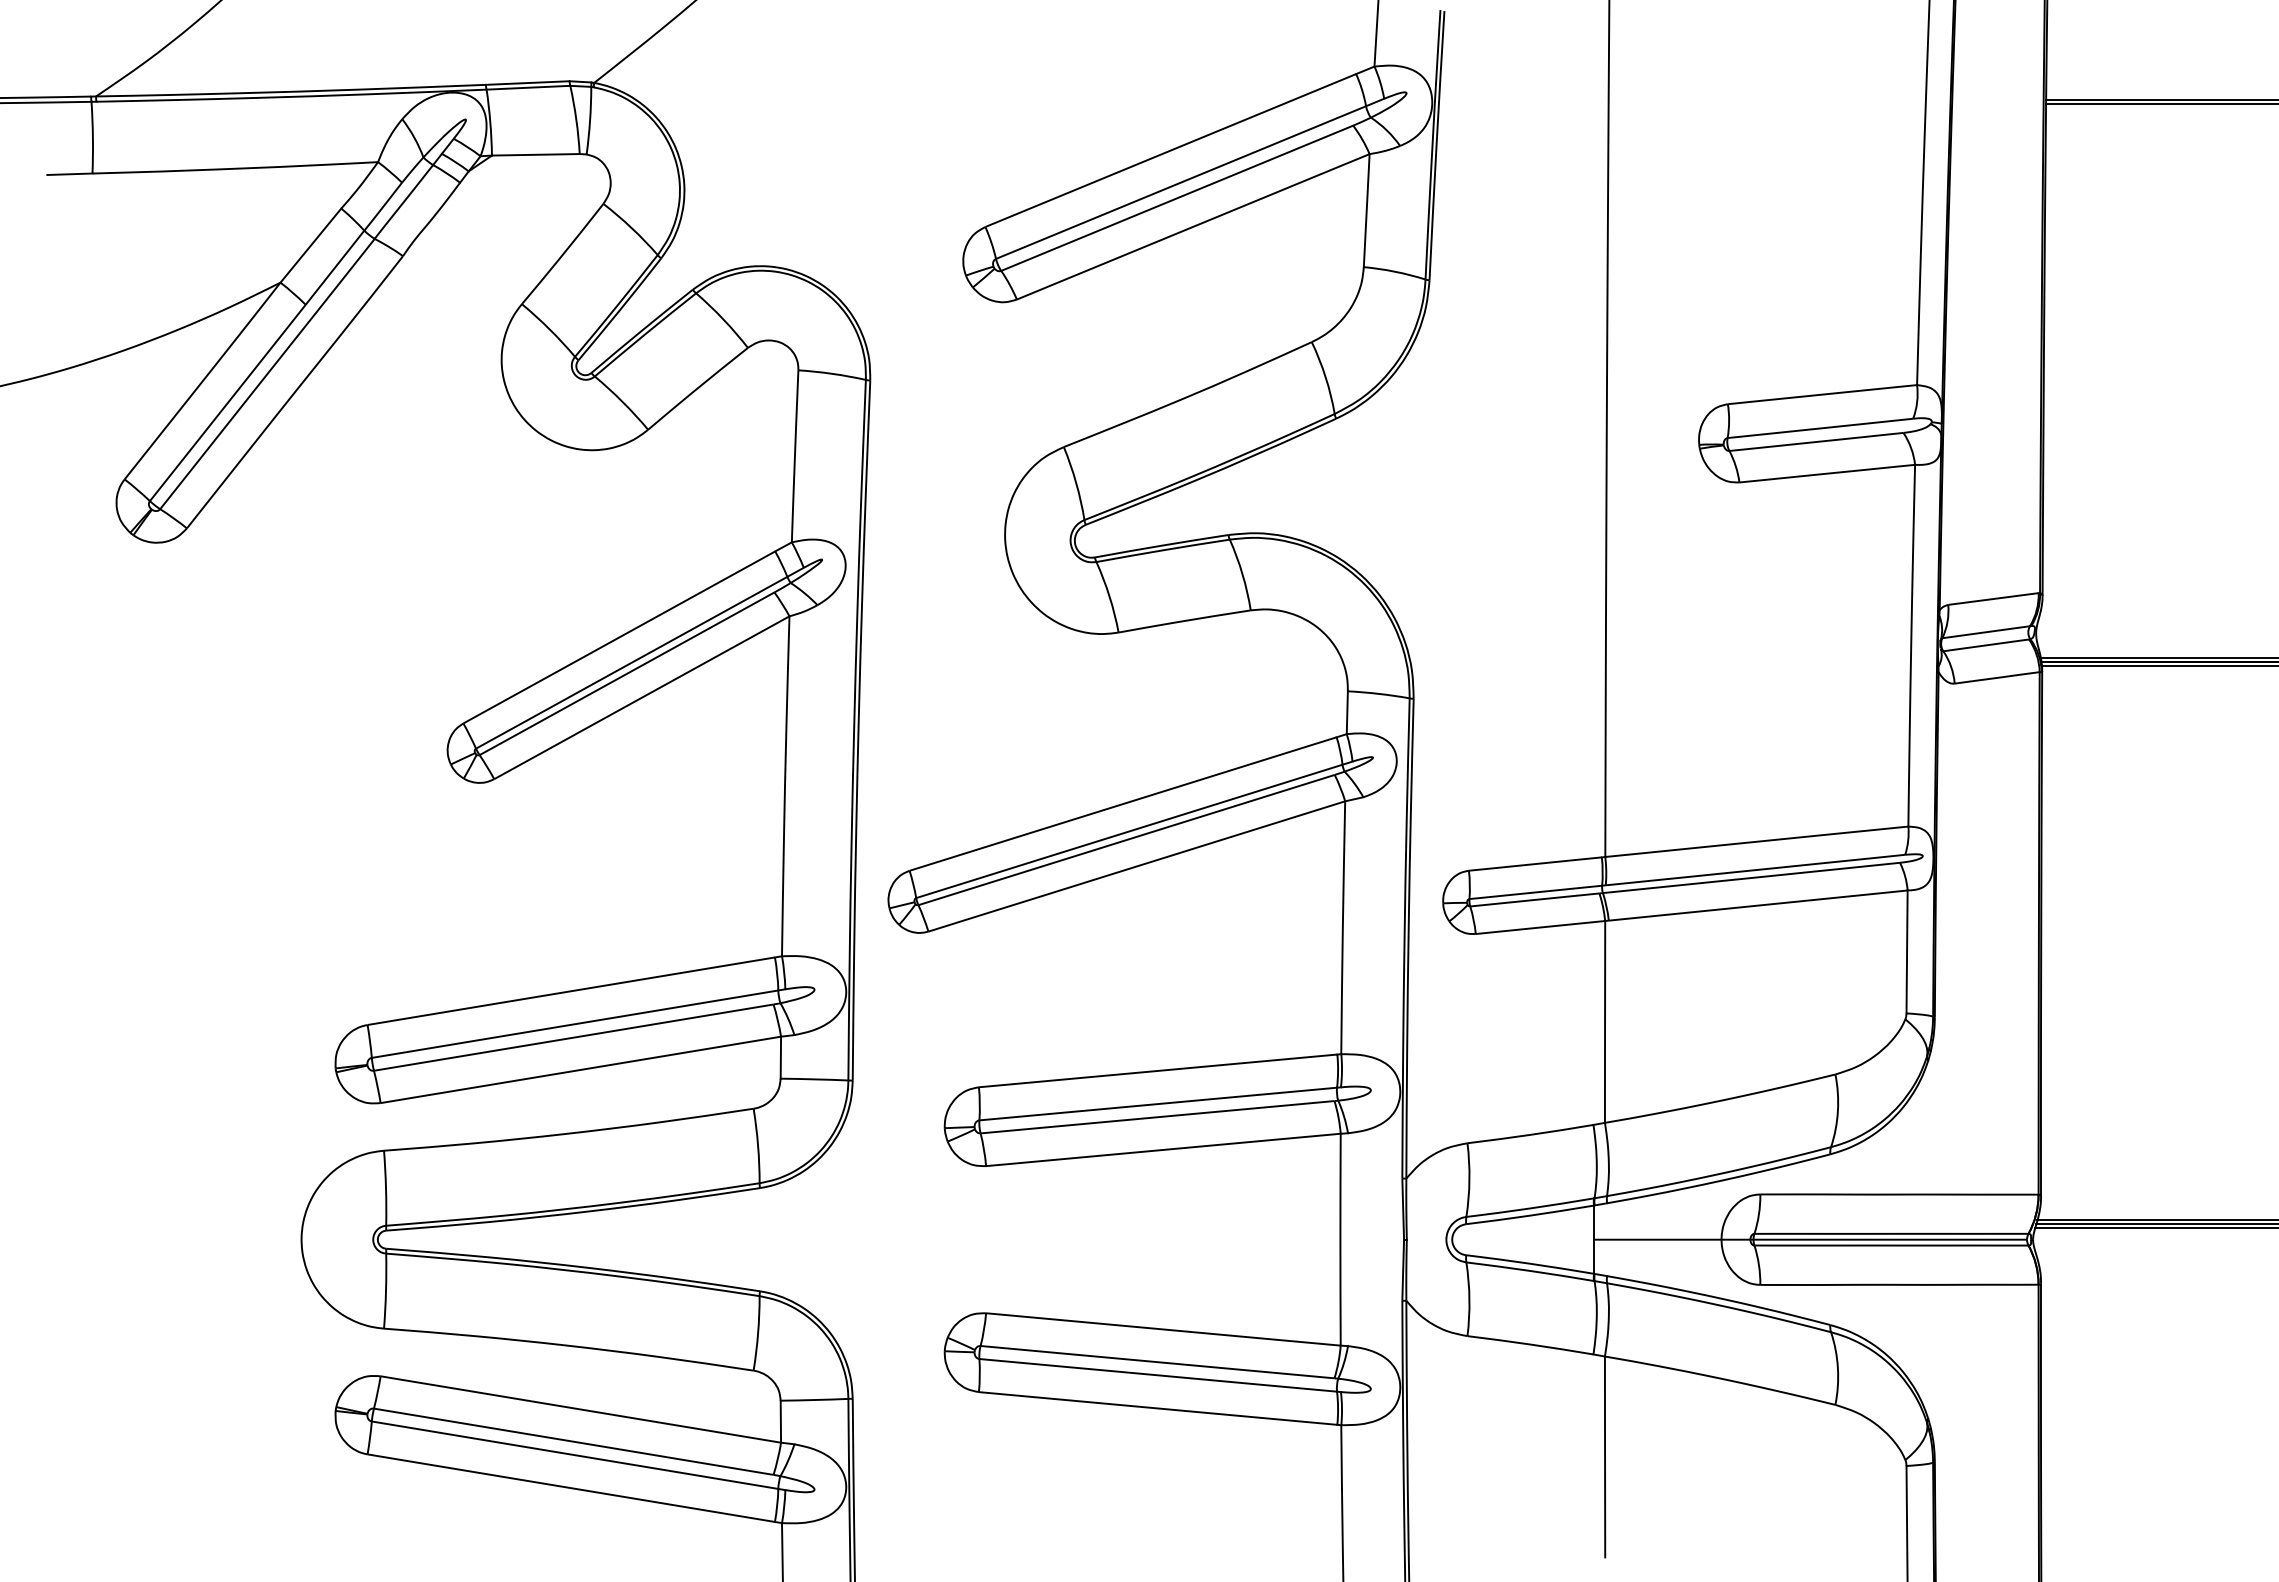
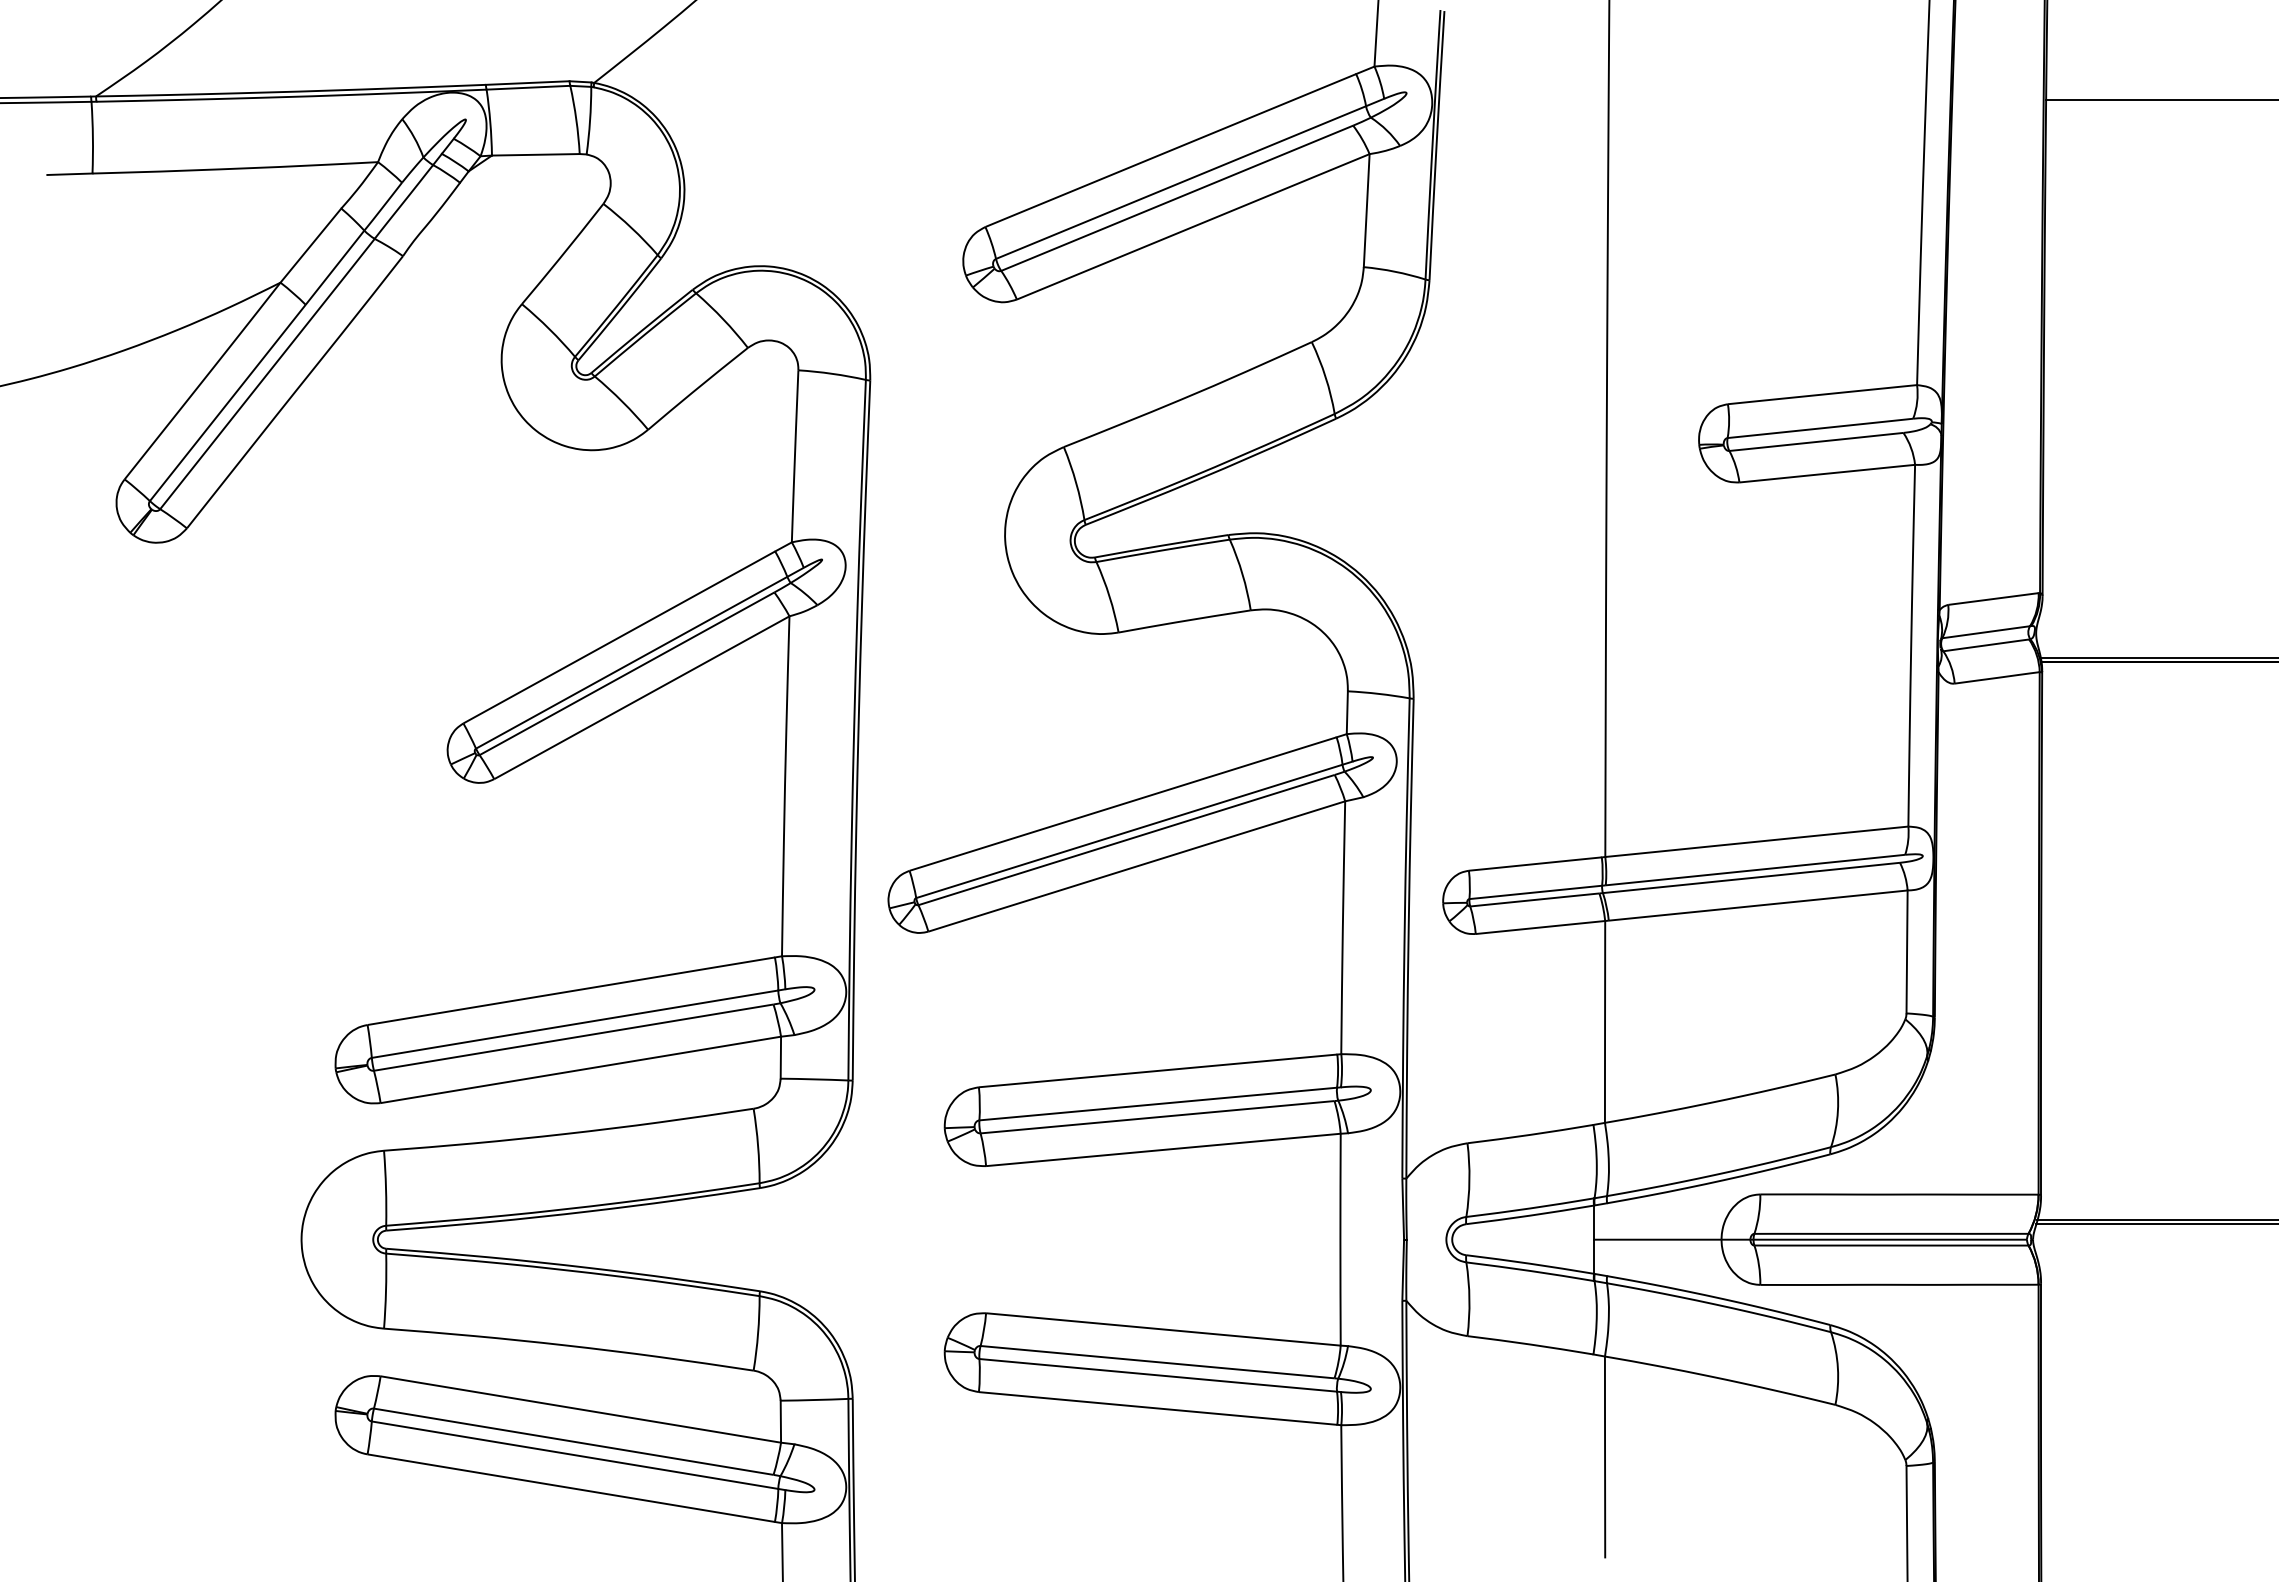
line at (2160, 104): present -> none
line at (2158, 666): present -> none
line at (2155, 1227): present -> none
